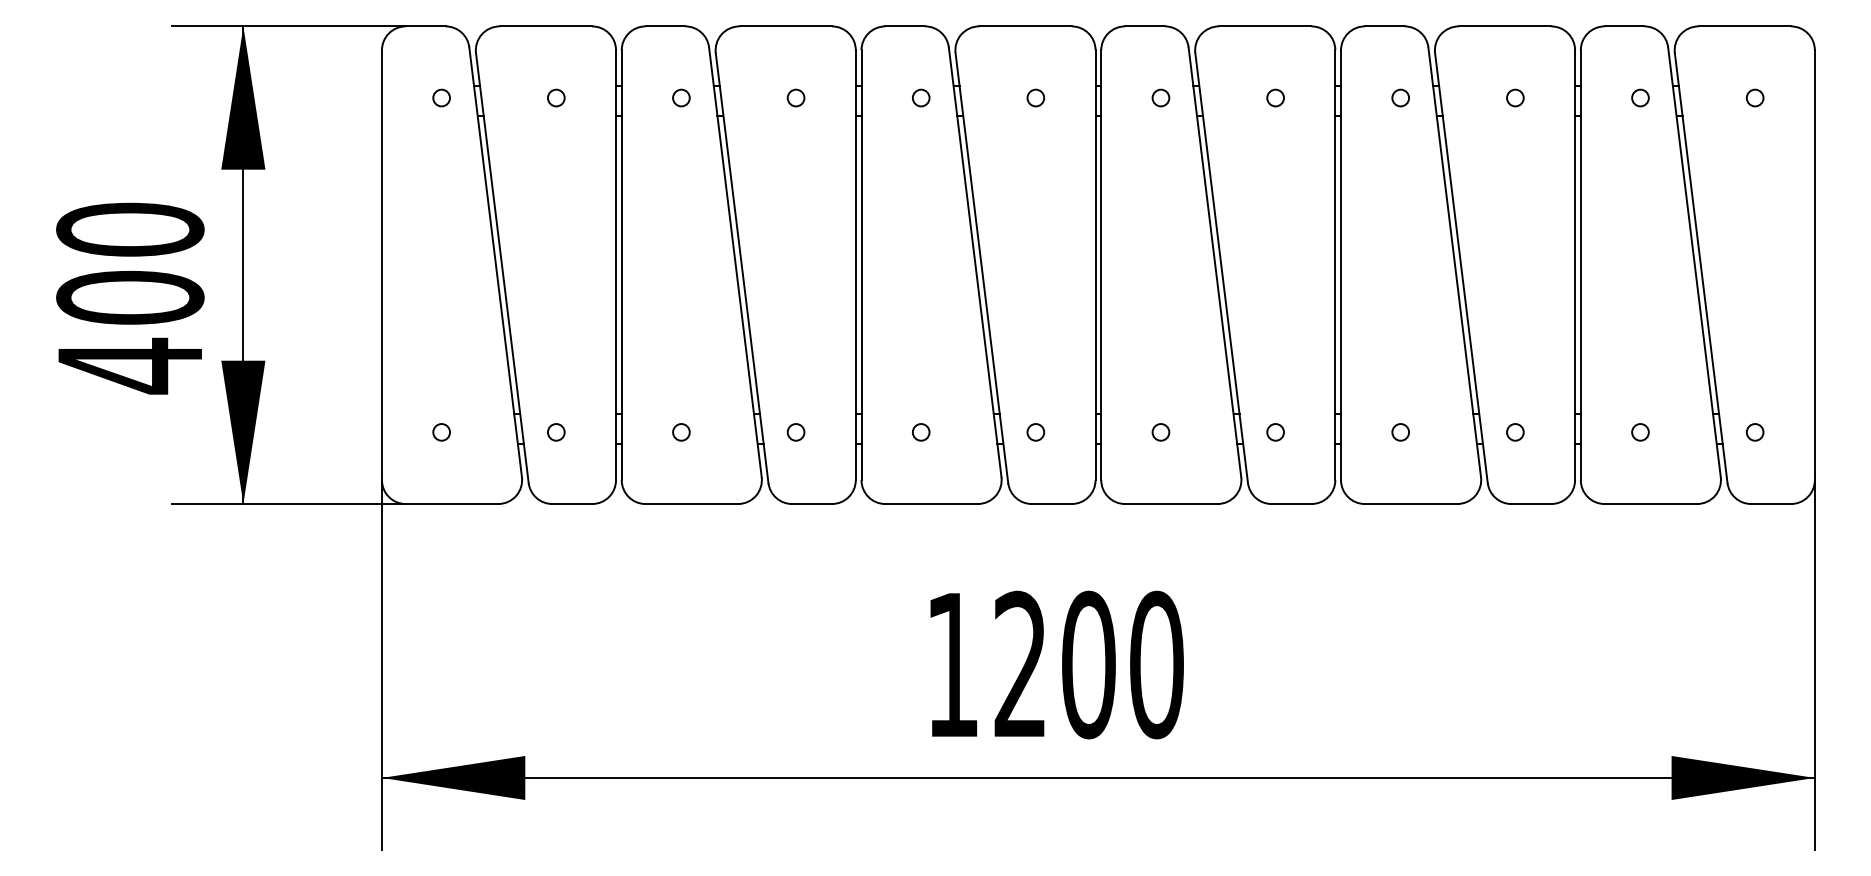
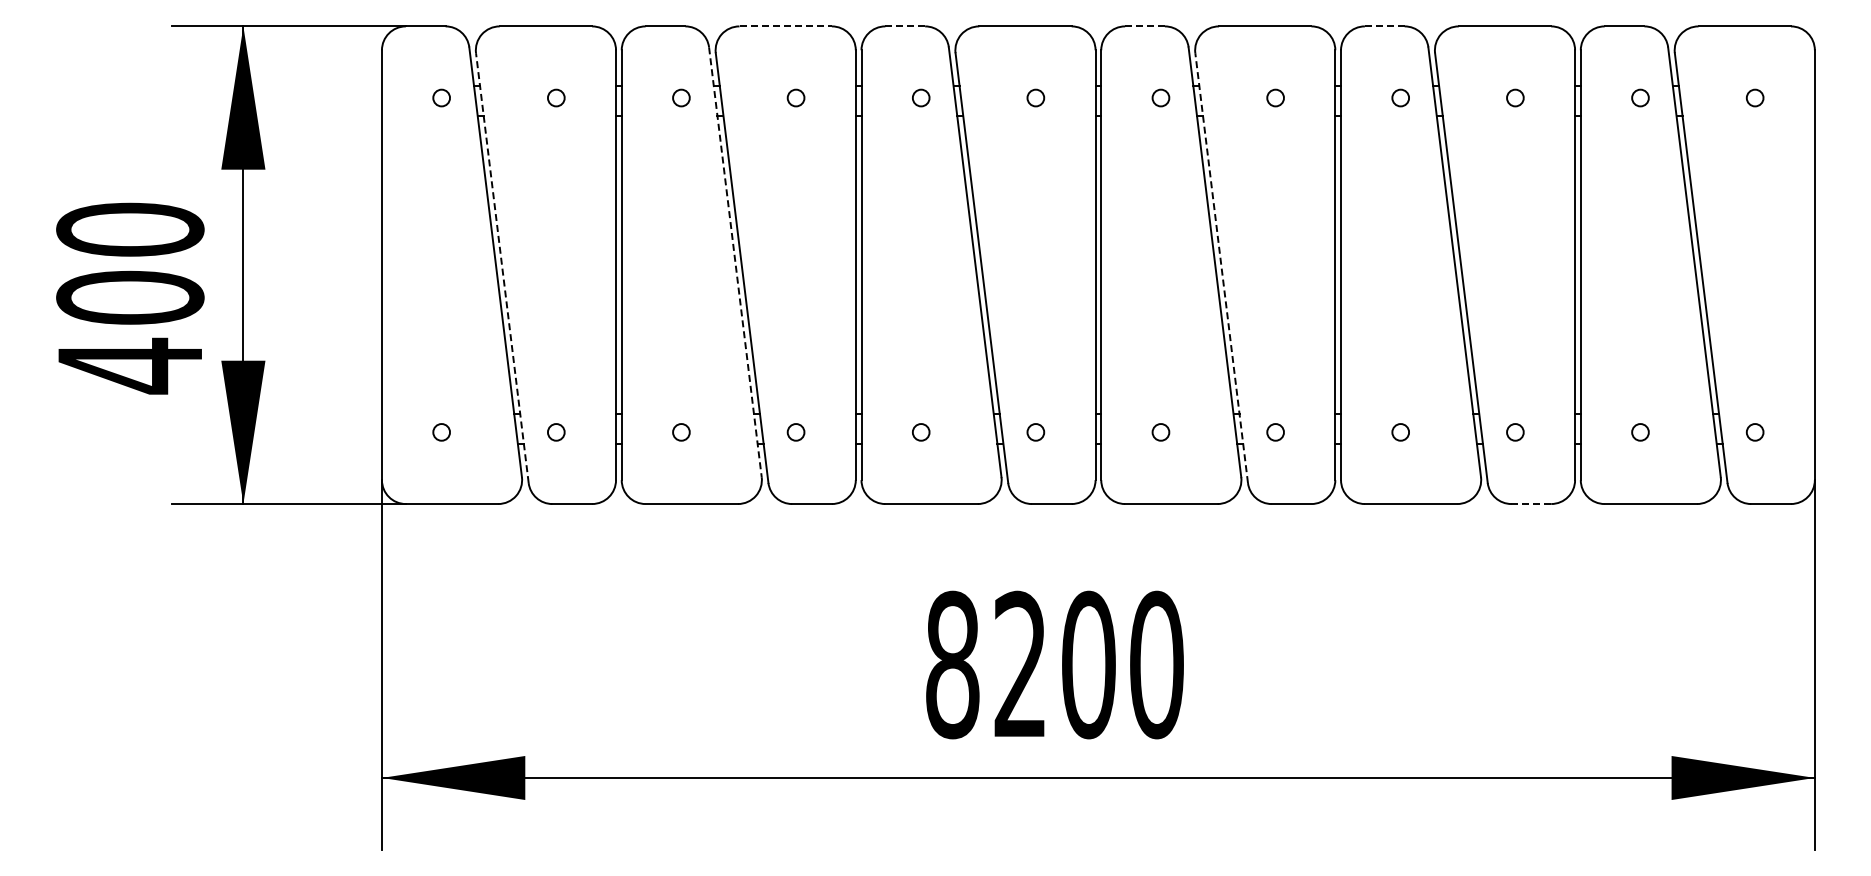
line at (786, 26): solid -> dashed
line at (905, 26): solid -> dashed
line at (1145, 26): solid -> dashed
line at (1384, 26): solid -> dashed
line at (735, 262): solid -> dashed
line at (502, 268): solid -> dashed
line at (1221, 268): solid -> dashed
line at (1531, 504): solid -> dashed
text at (952, 664): 1200 -> 8200
